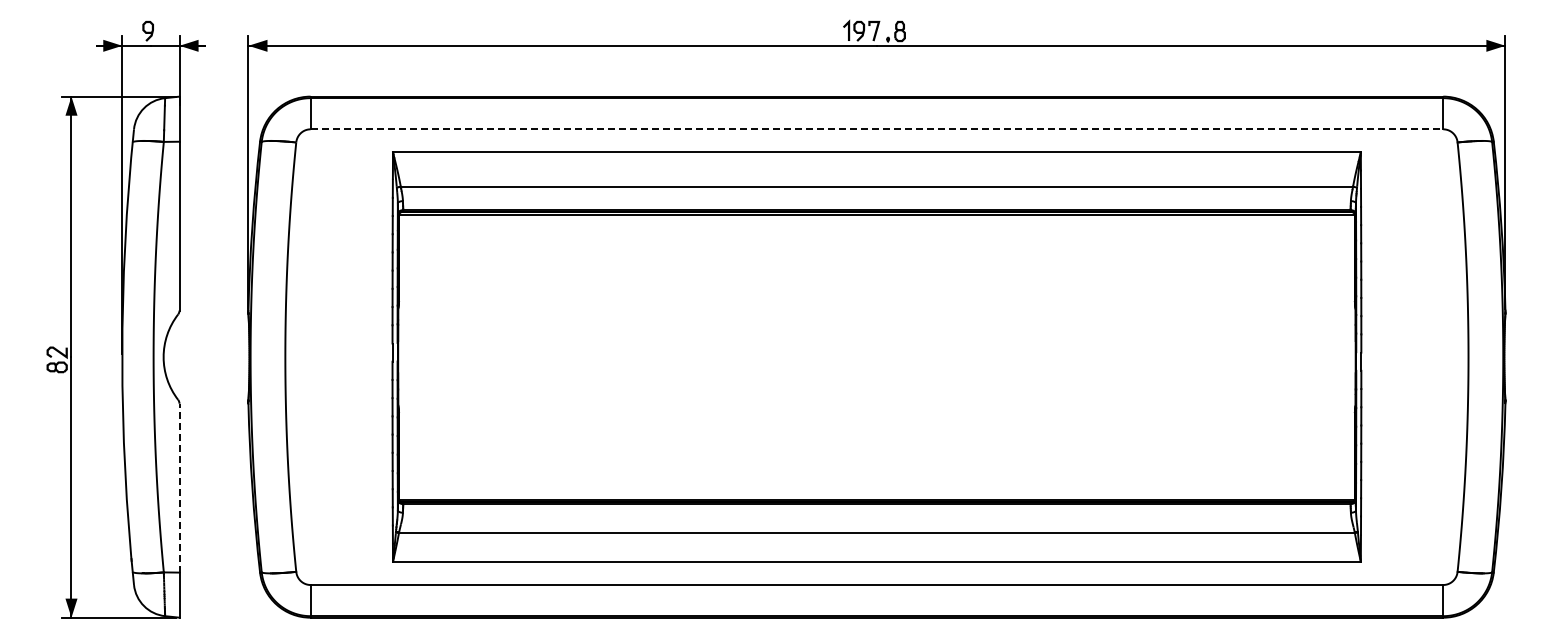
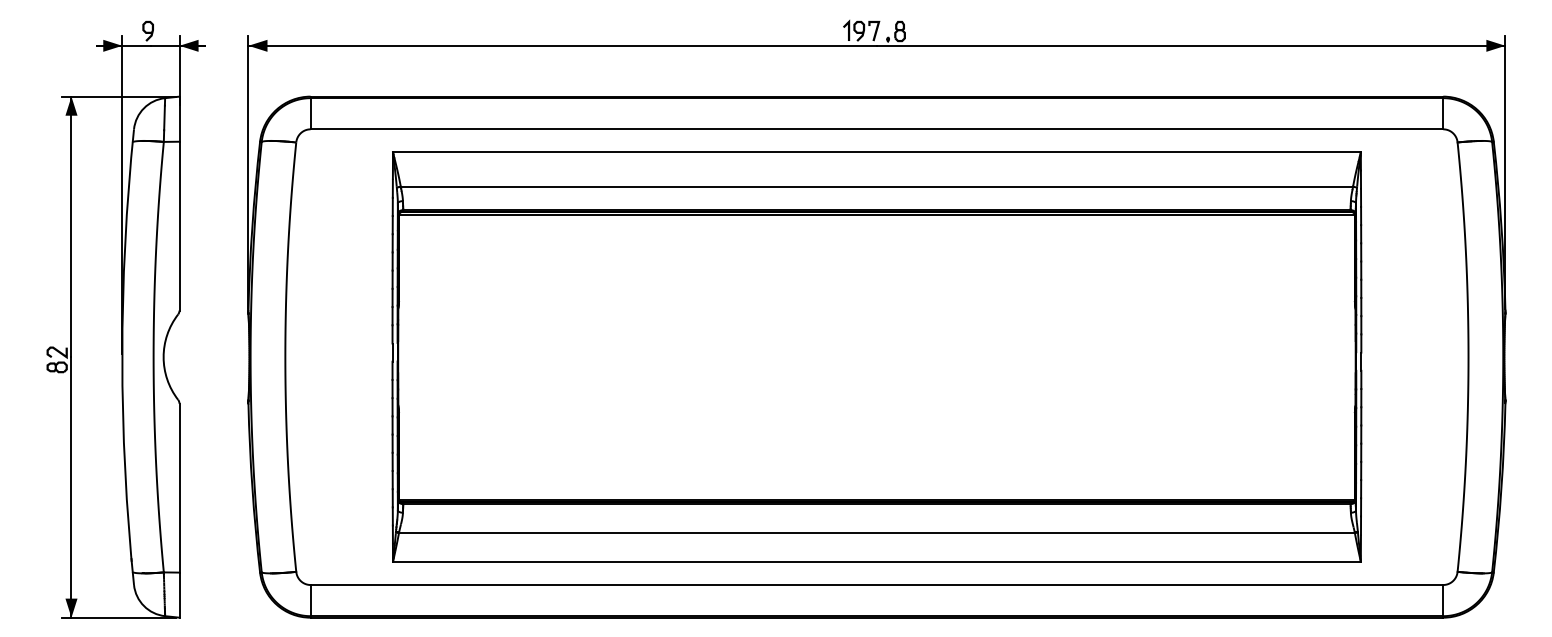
line at (877, 129): dashed -> solid
line at (179, 487): dashed -> solid
